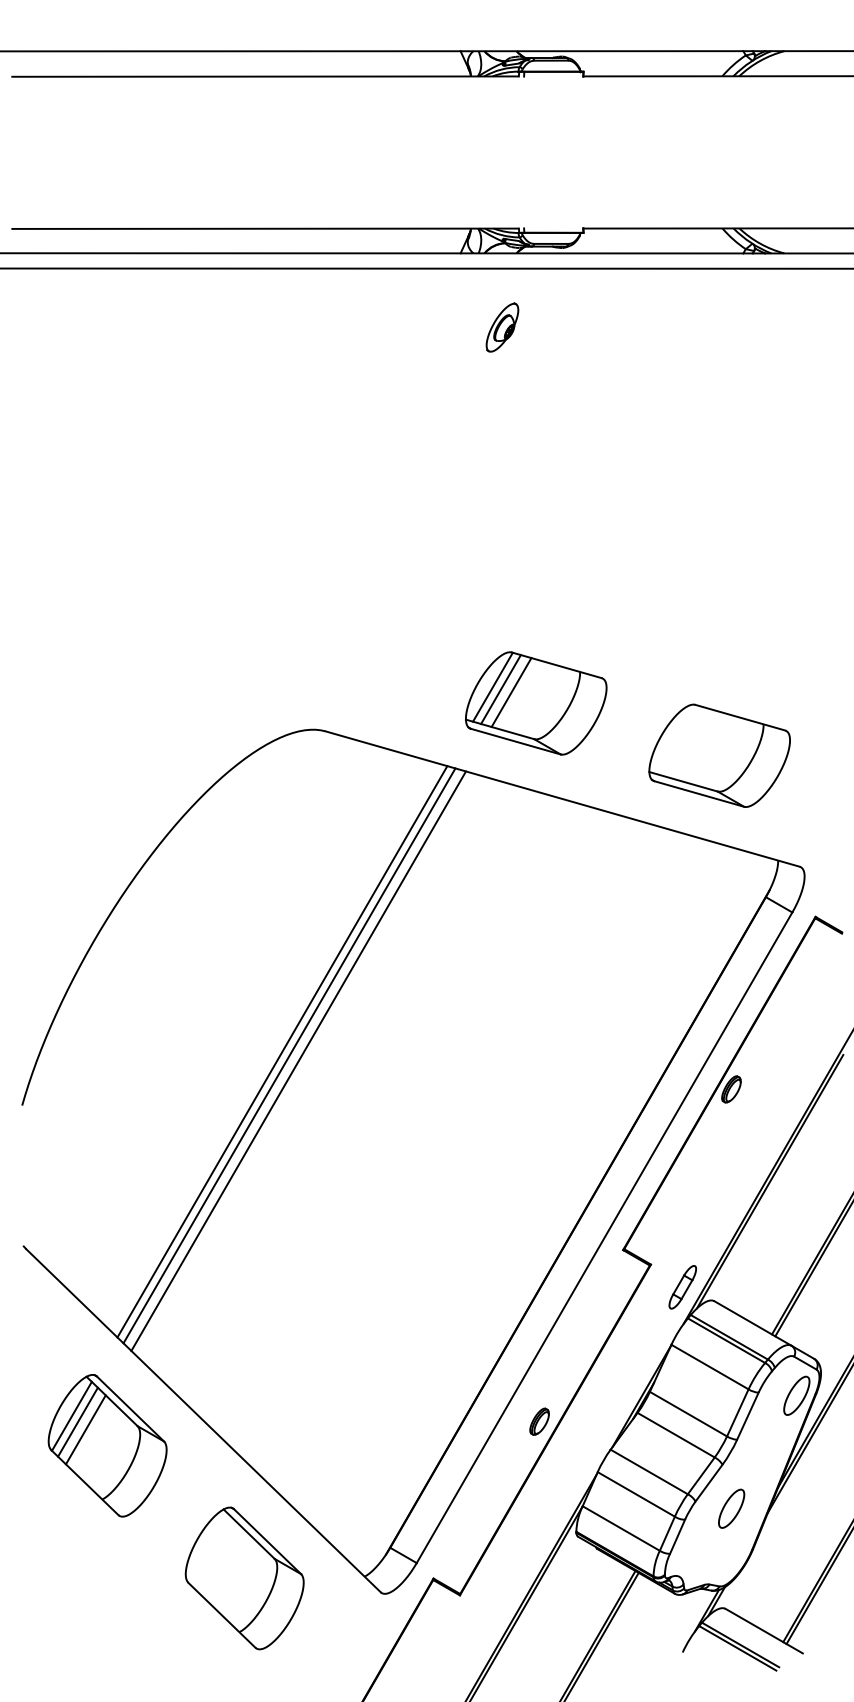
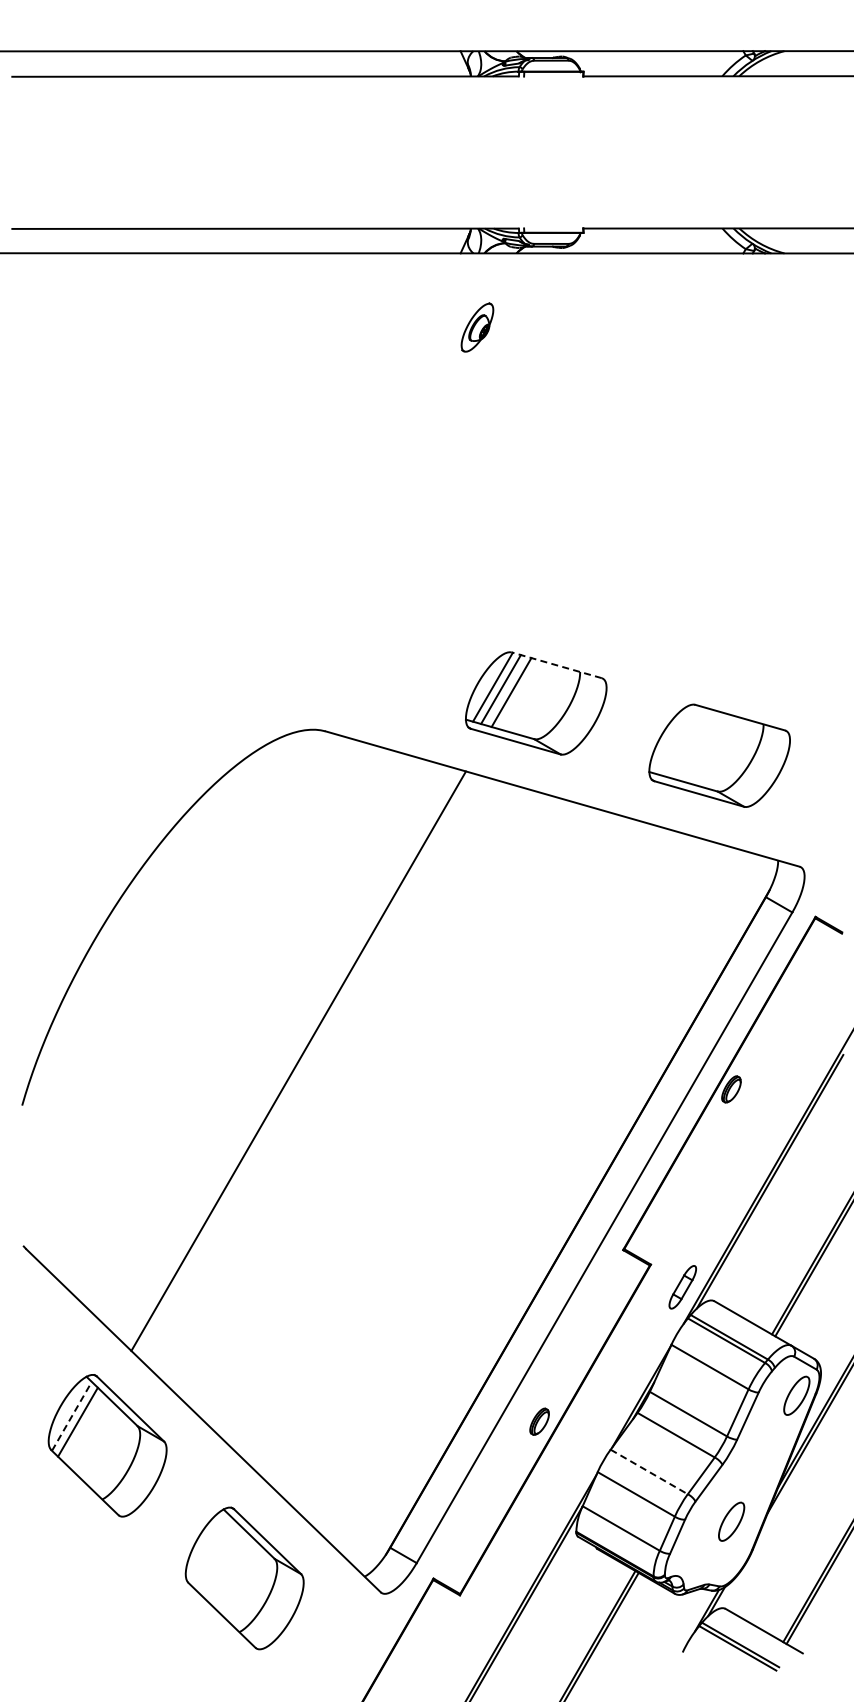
line at (426, 268): present -> none
part at (502, 327) position: (502, 327) -> (477, 327)
line at (556, 665): solid -> dashed
line at (282, 1051): present -> none
line at (289, 1055): present -> none
line at (71, 1416): solid -> dashed
line at (85, 1429): present -> none
line at (649, 1471): solid -> dashed
part at (731, 1508) position: (731, 1508) -> (731, 1521)
